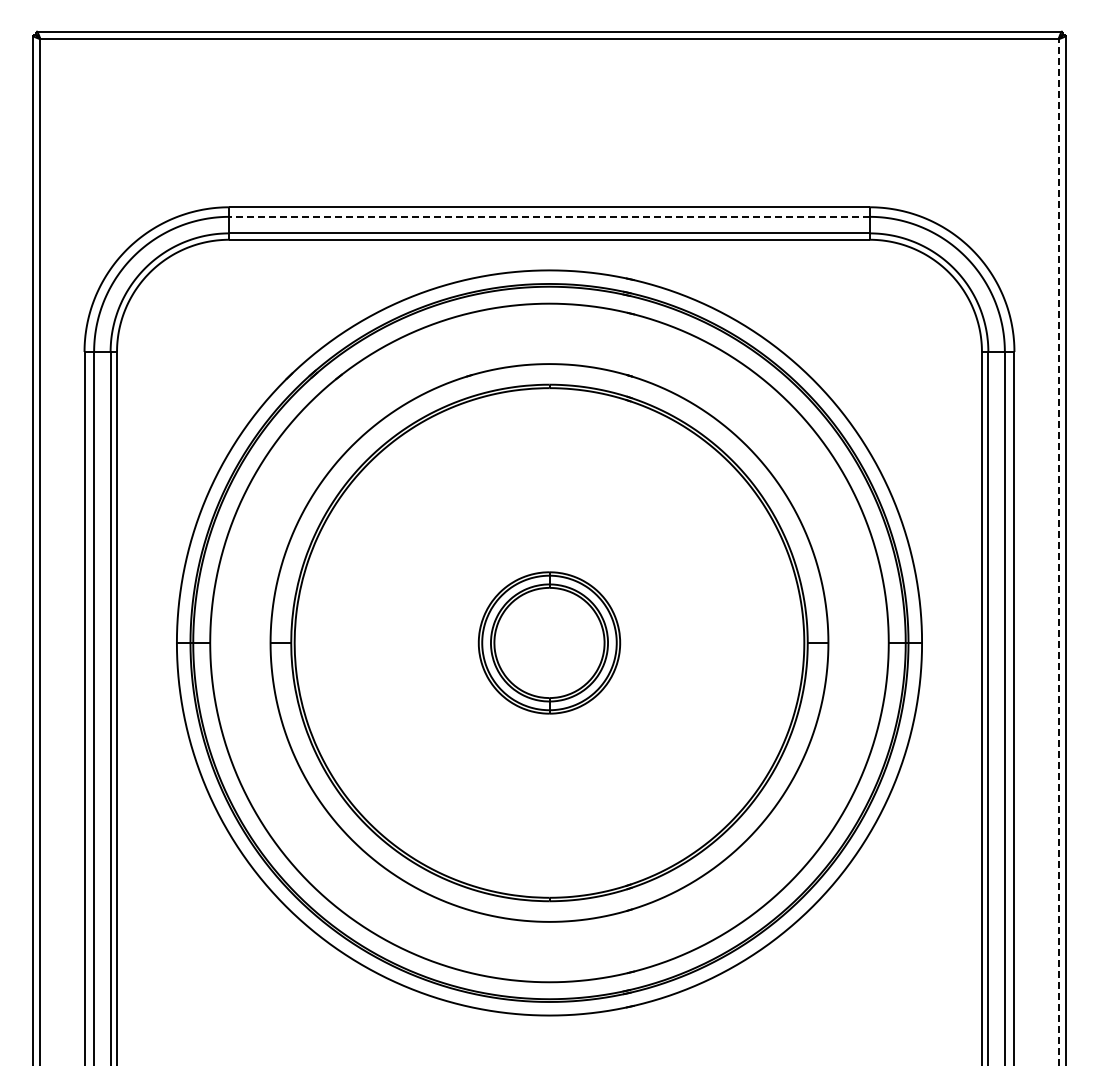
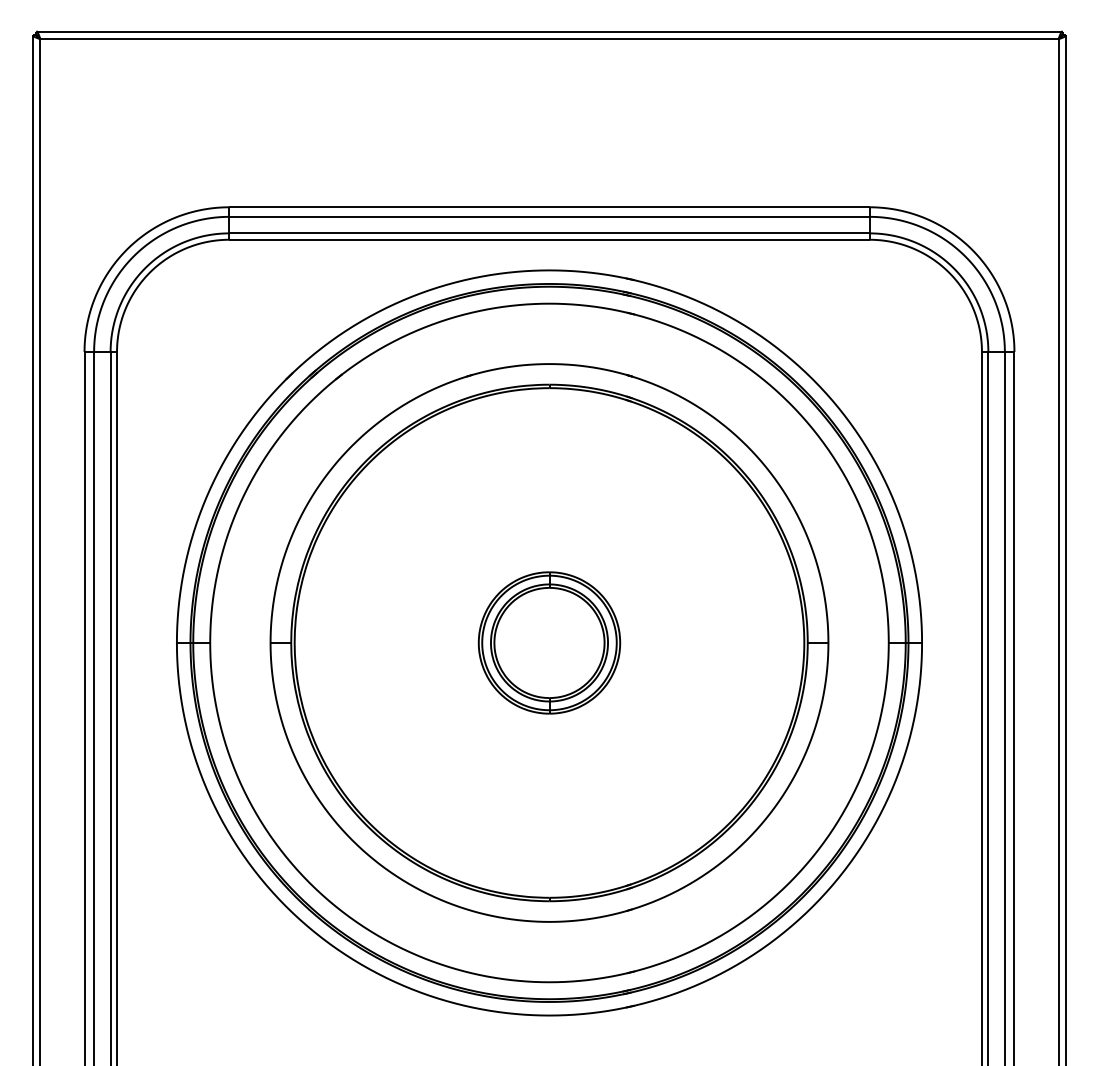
line at (549, 216): dashed -> solid
line at (1058, 552): dashed -> solid
